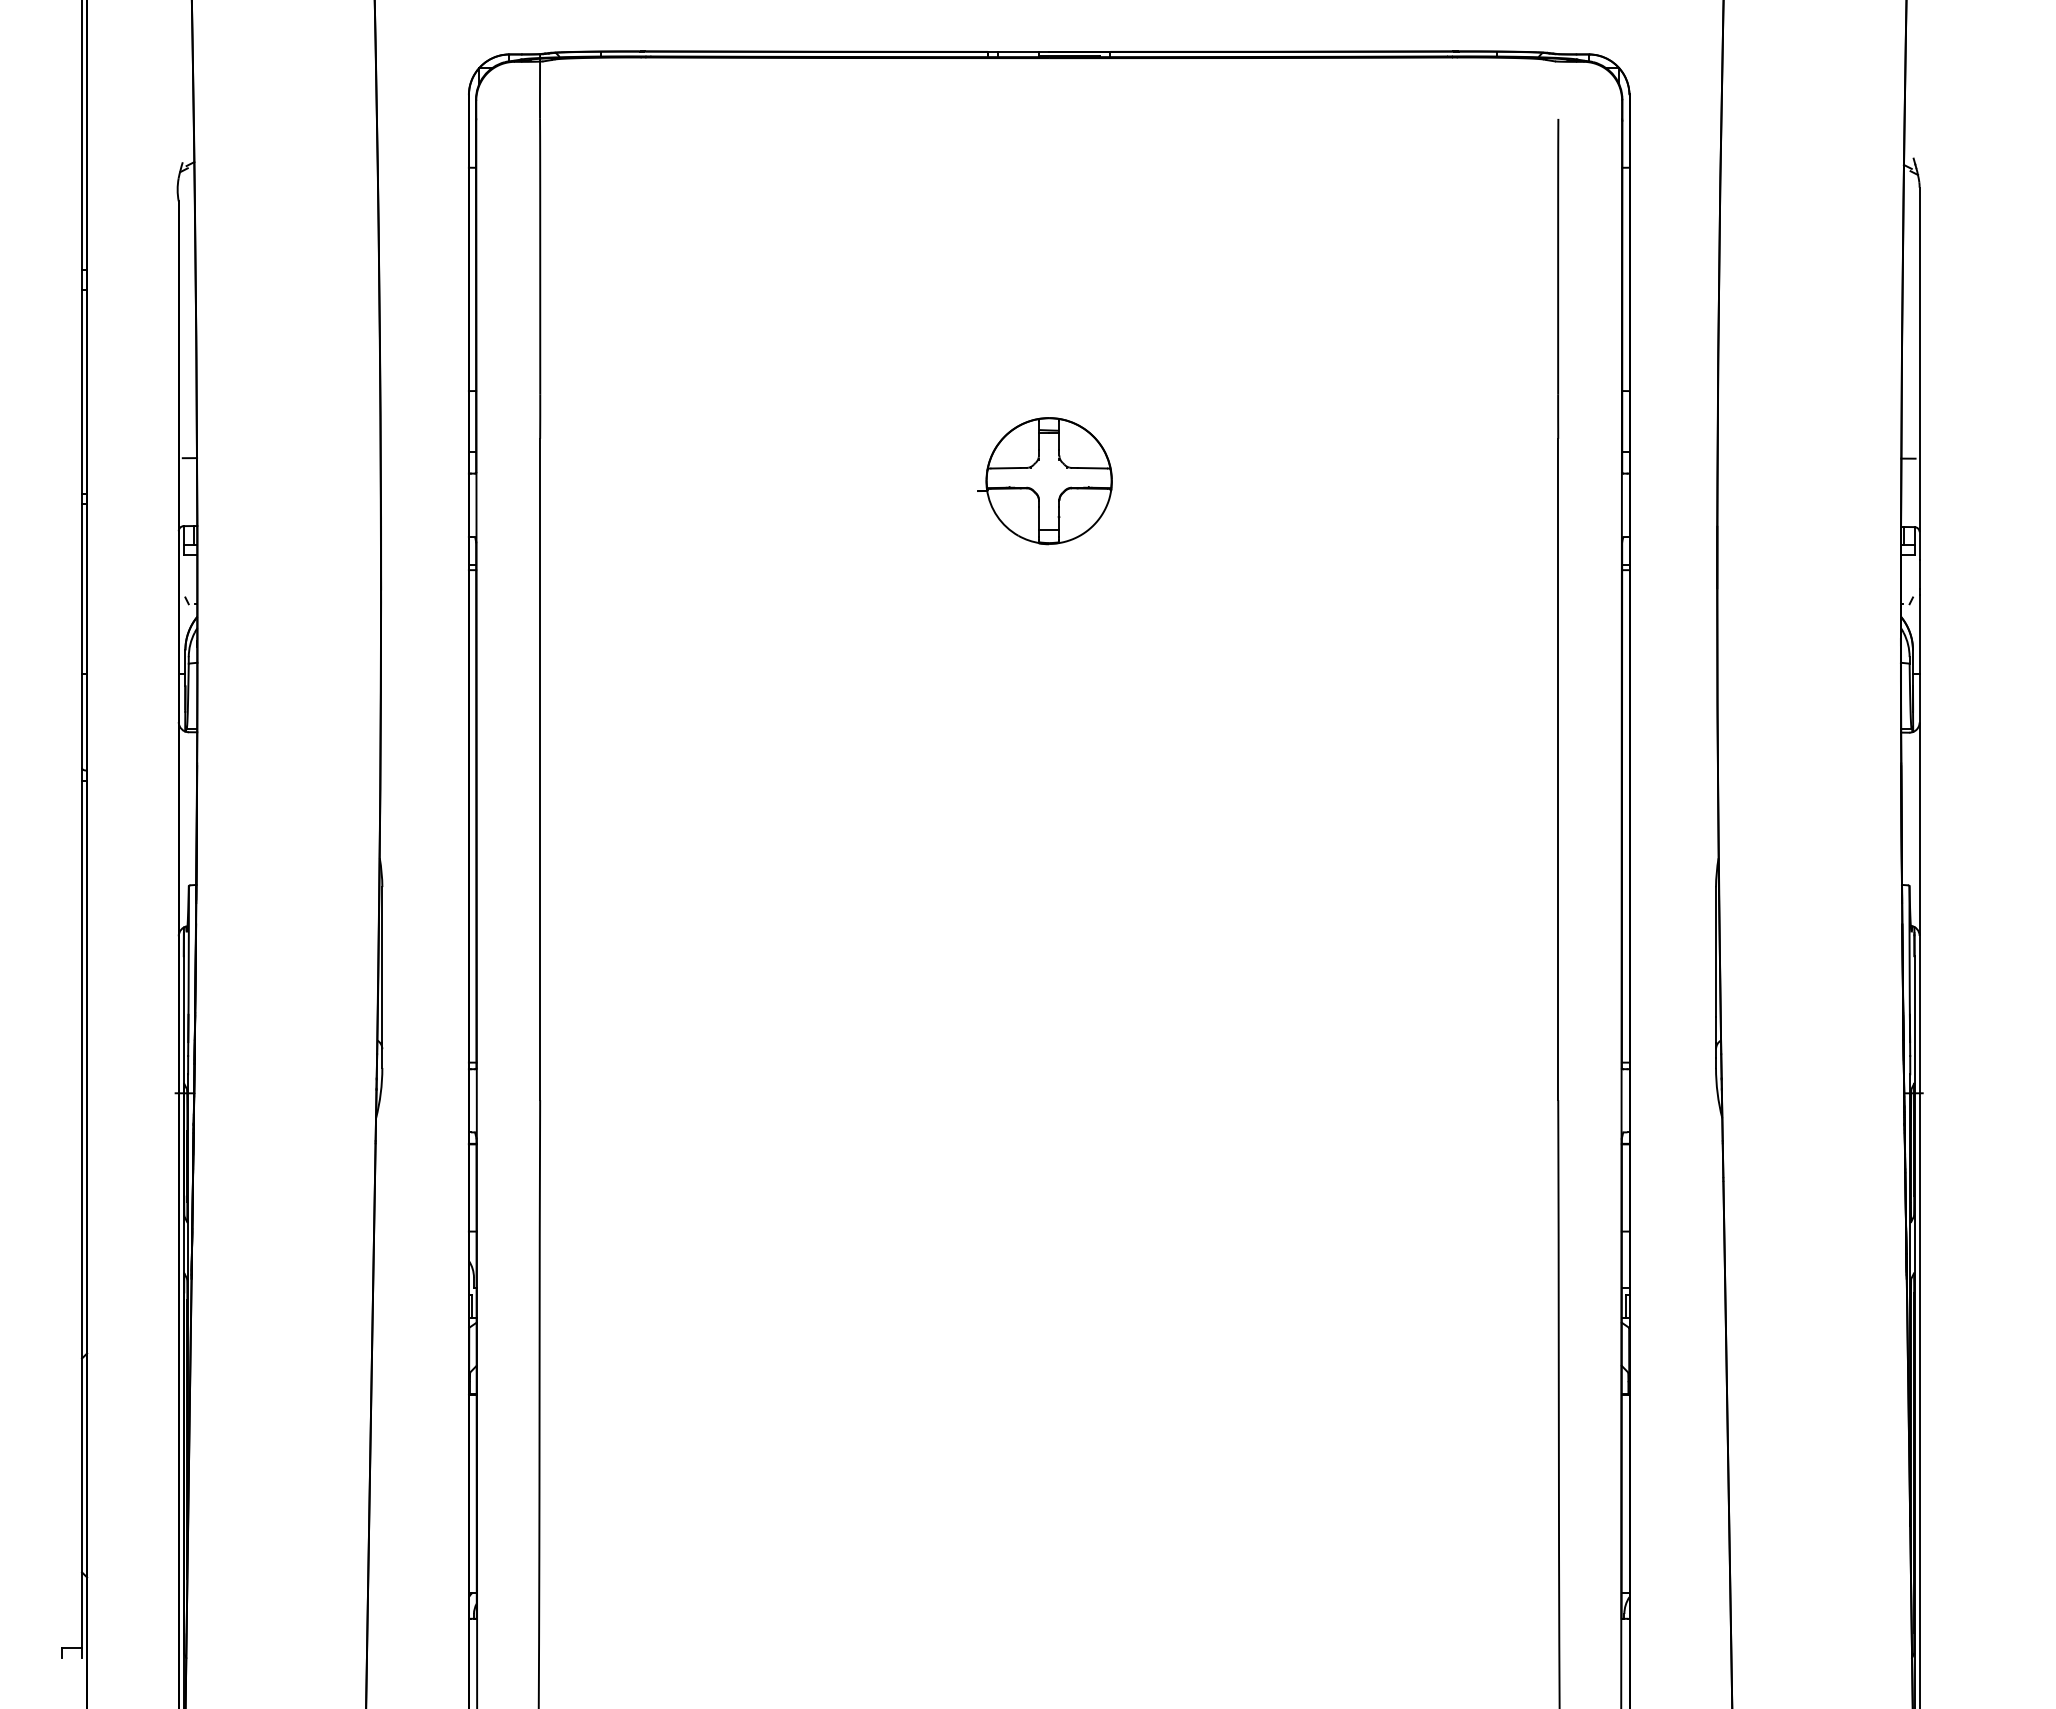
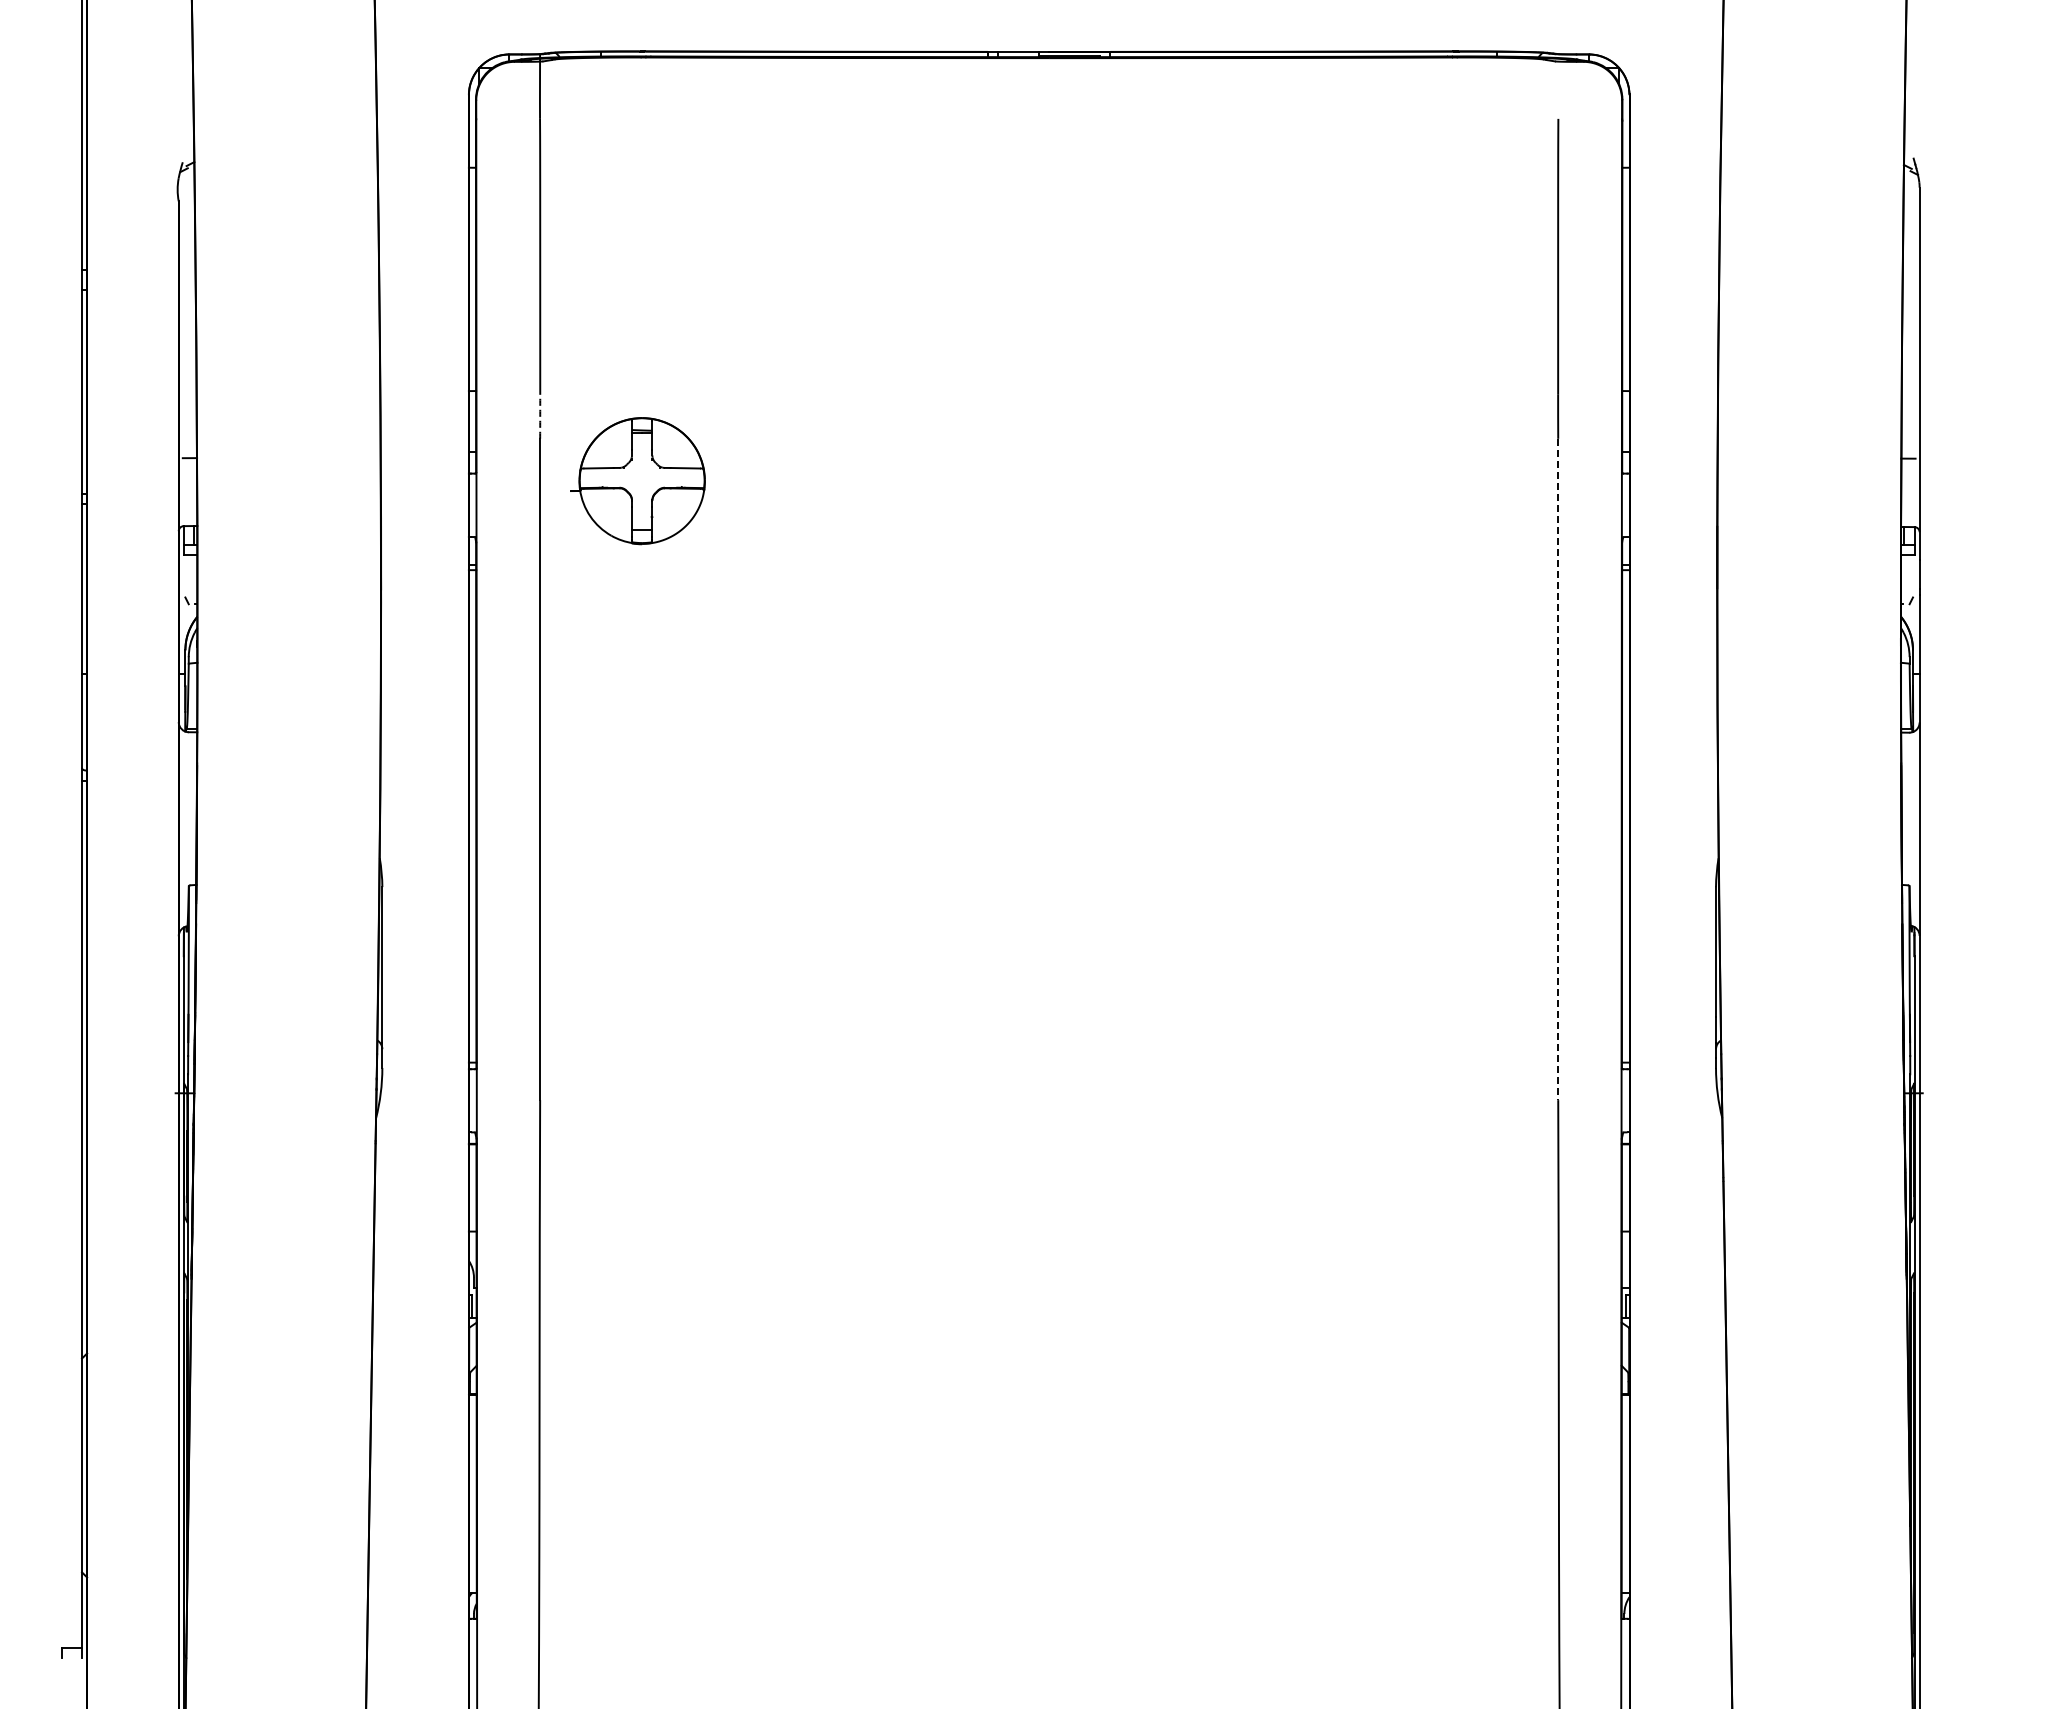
arc at (540, 416): solid -> dashed
part at (1044, 481) position: (1044, 481) -> (637, 481)
line at (1558, 769): solid -> dashed
